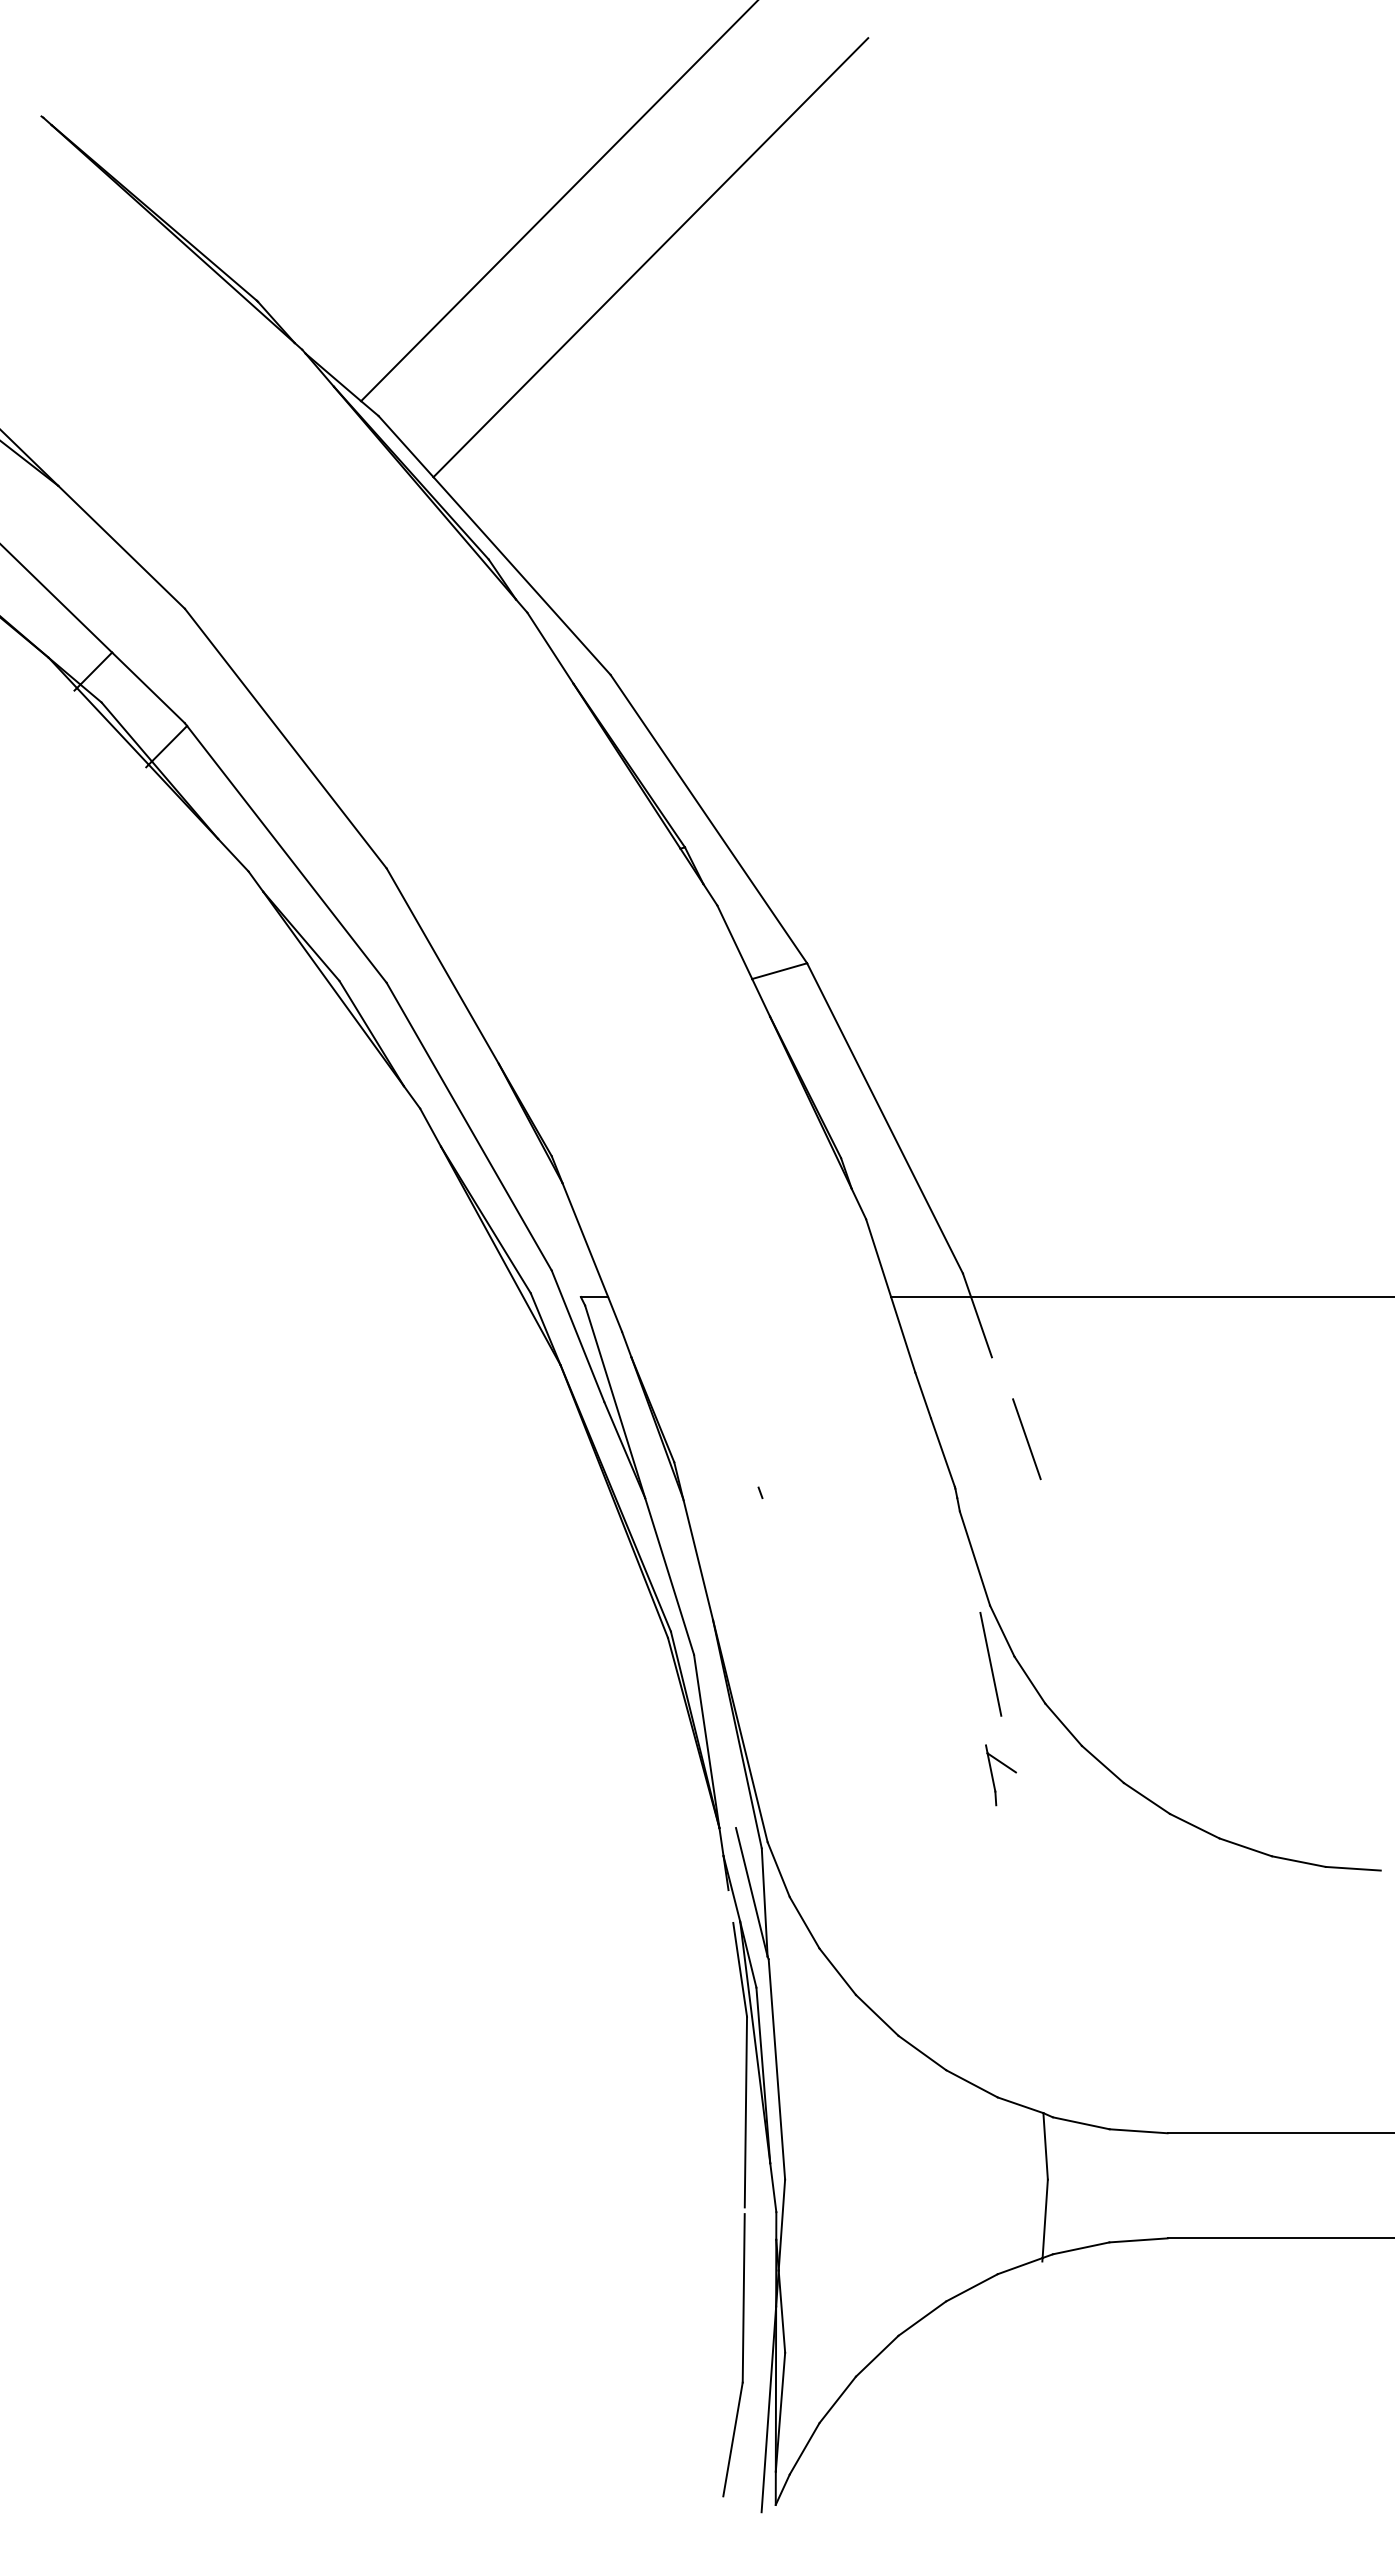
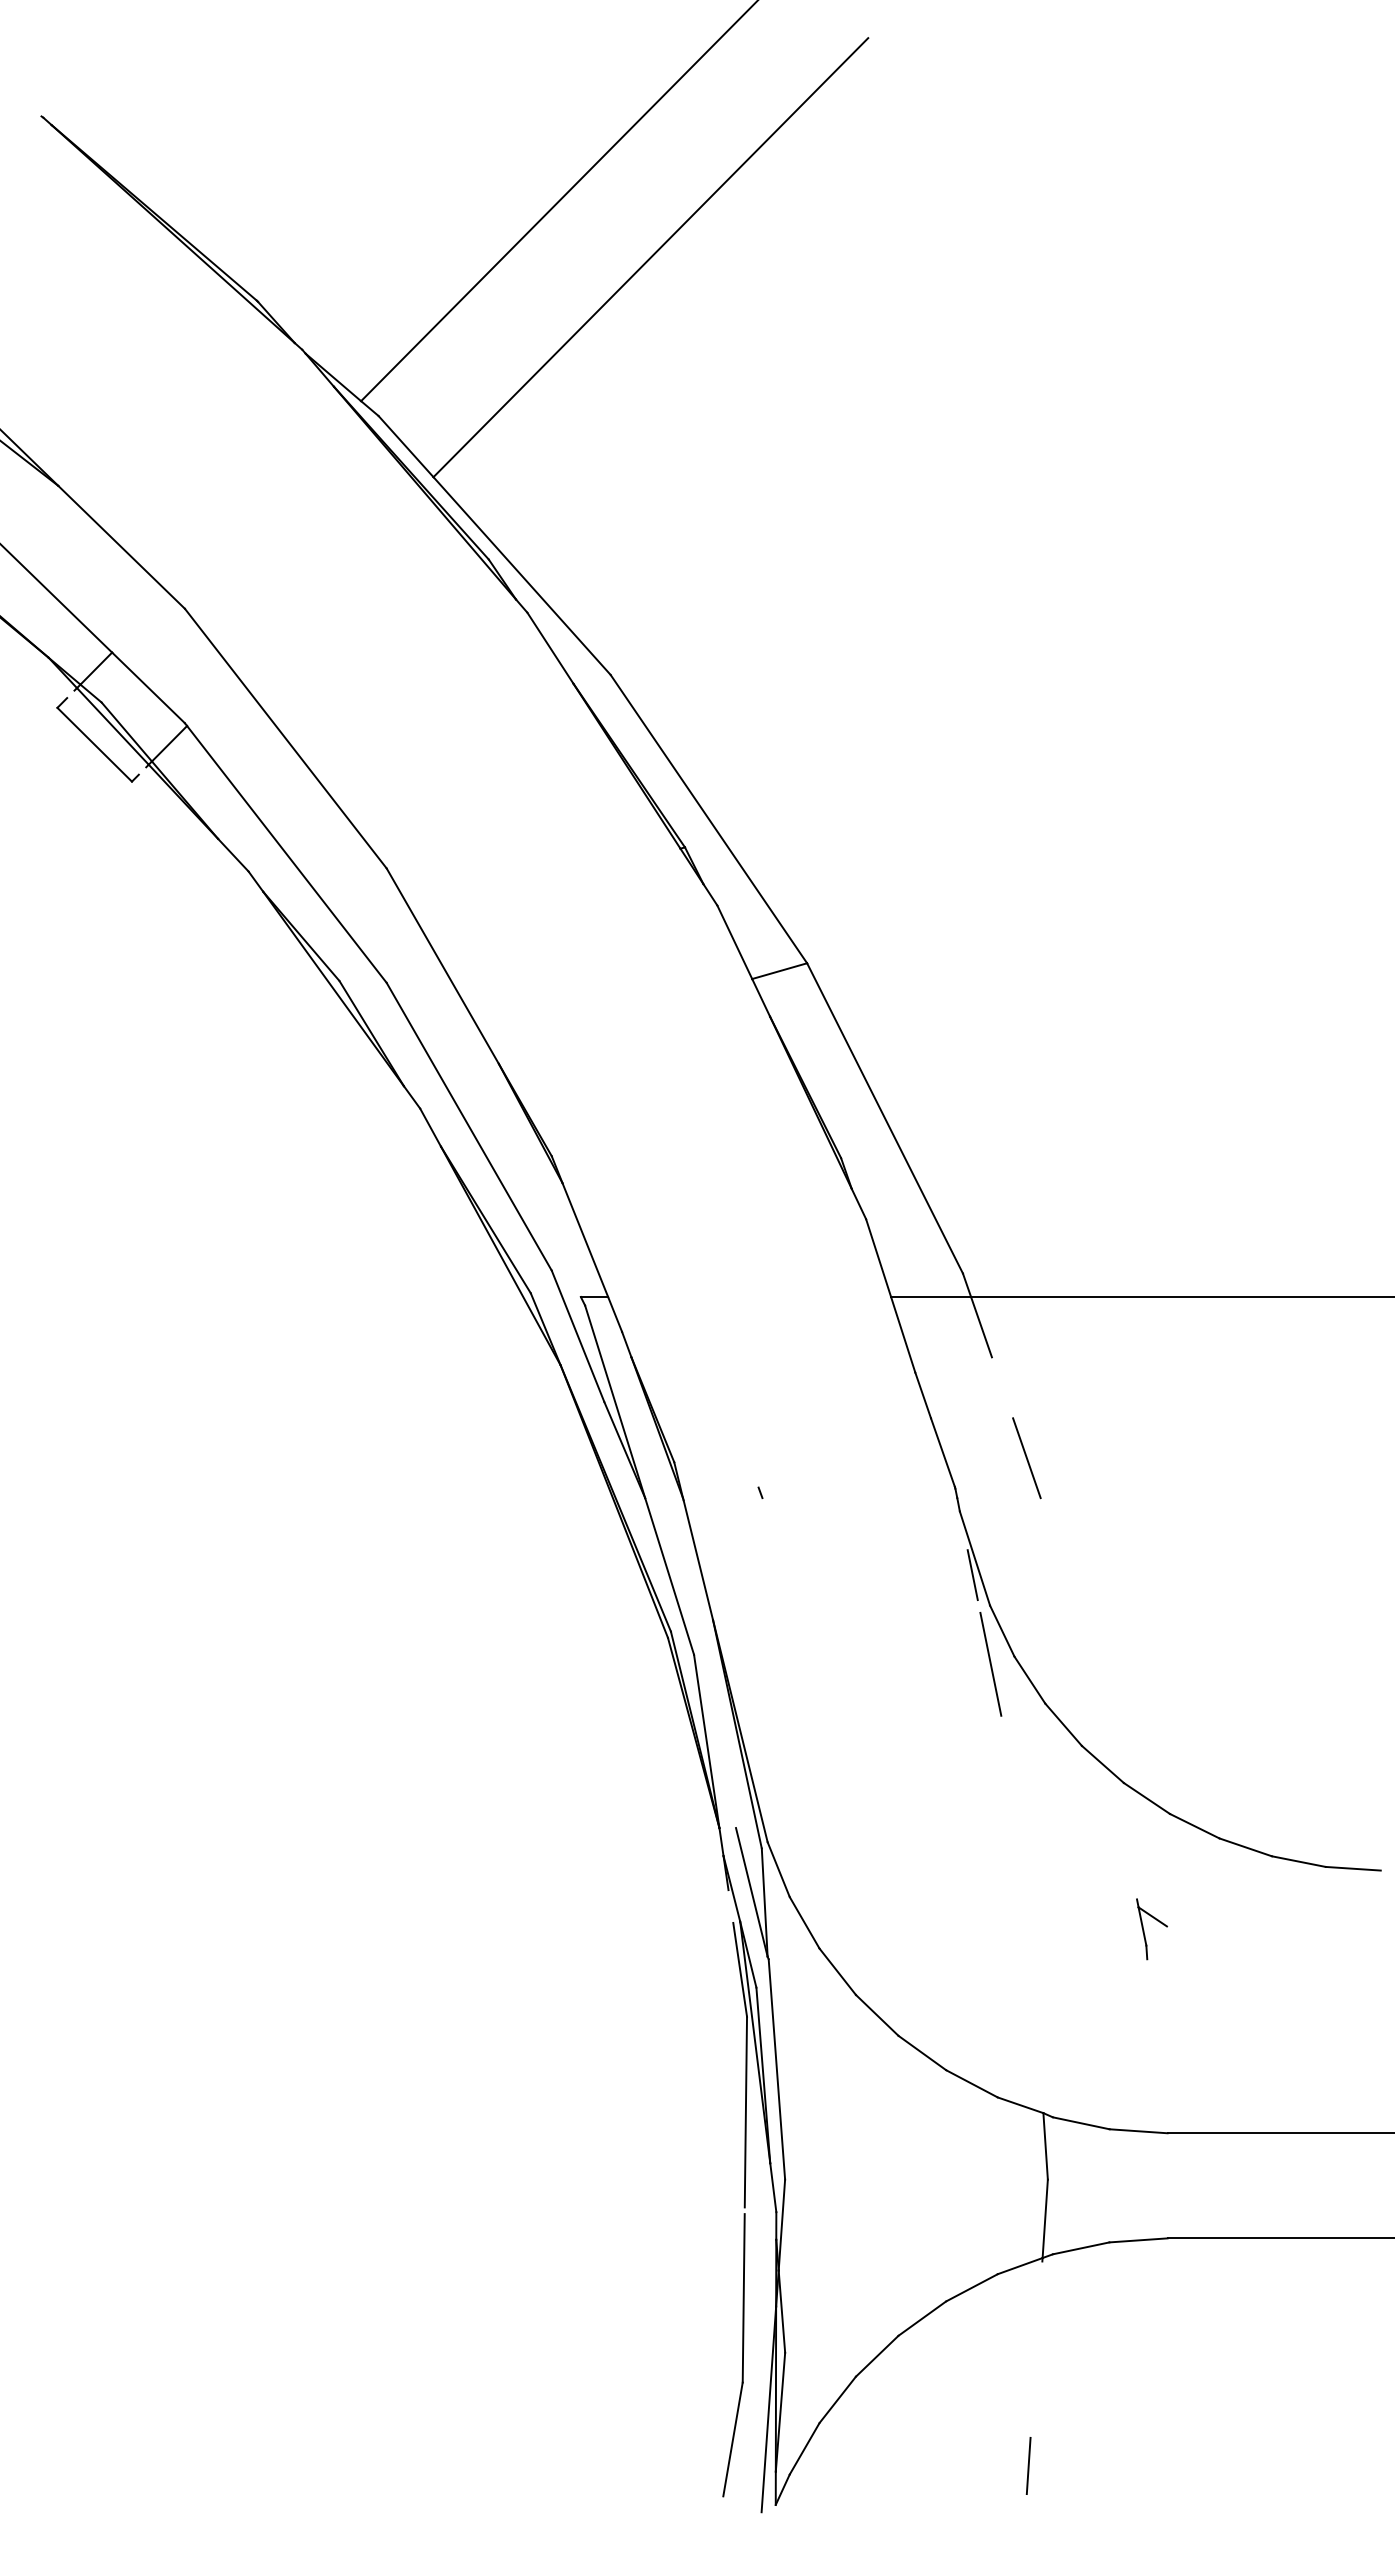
part at (97, 739): none -> present
line at (1026, 1439) position: (1026, 1439) -> (1026, 1458)
line at (972, 1575): none -> present
part at (993, 1776) position: (993, 1776) -> (1144, 1930)
line at (1028, 2465): none -> present
